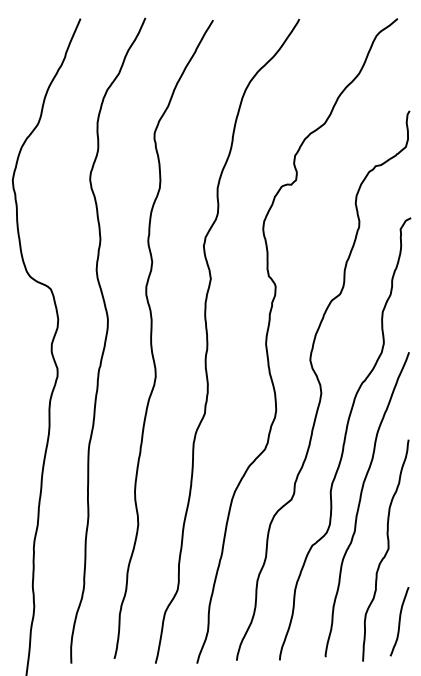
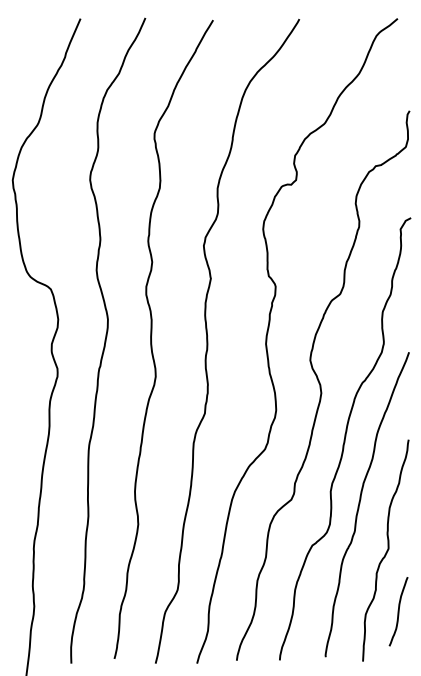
curve at (399, 621) position: (399, 621) -> (398, 611)
